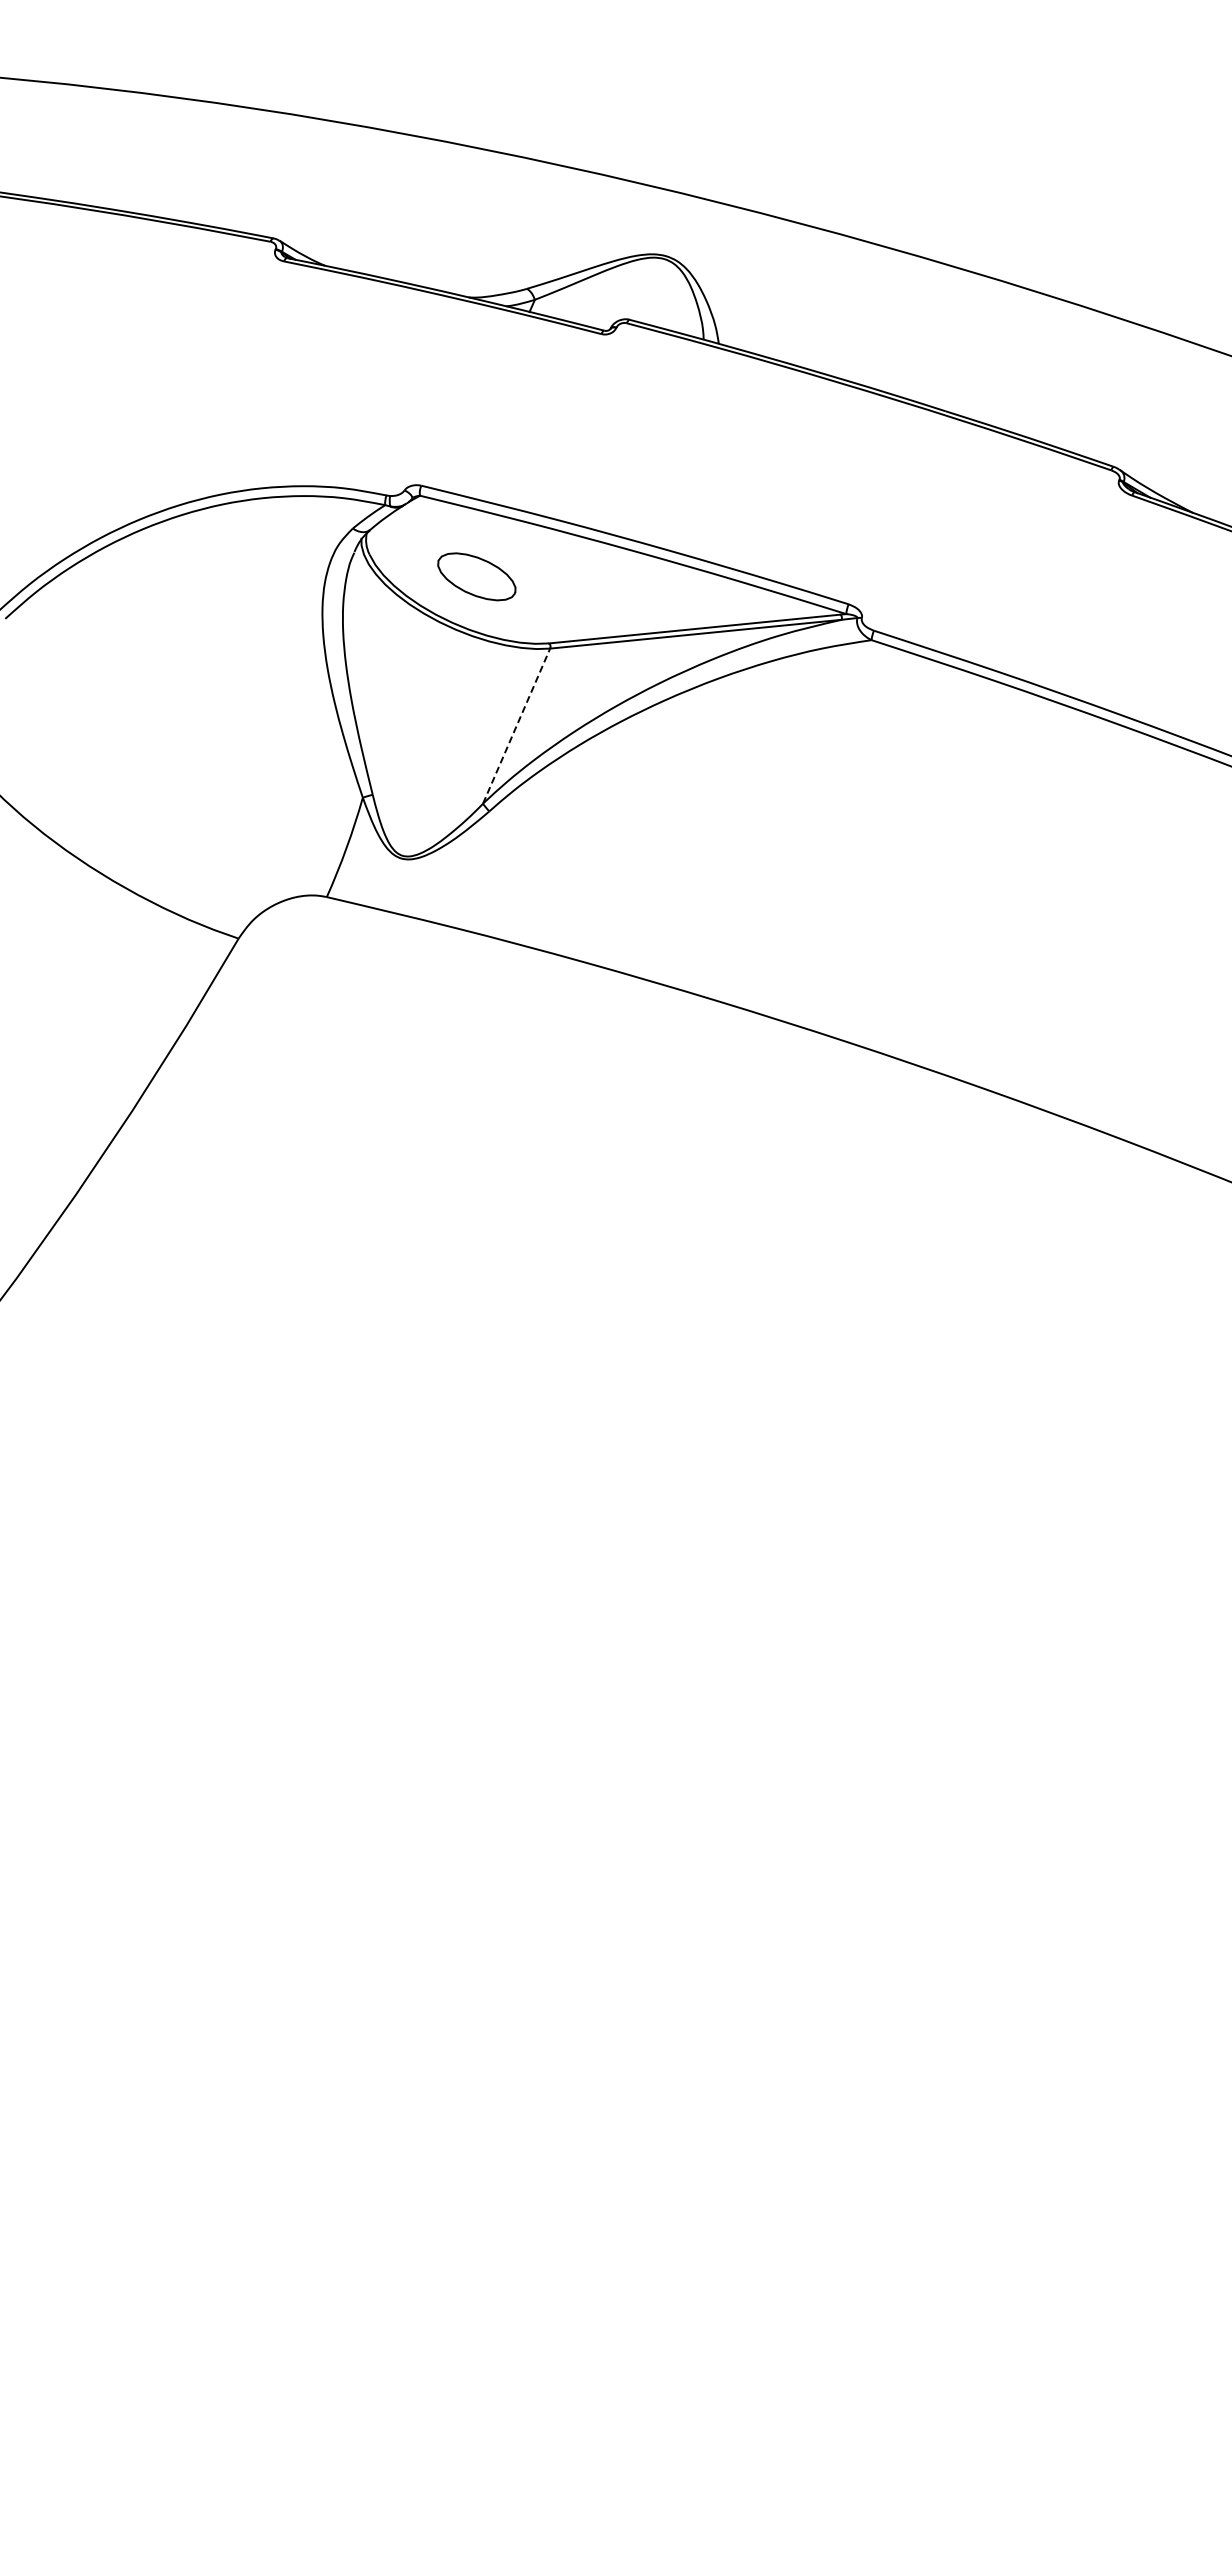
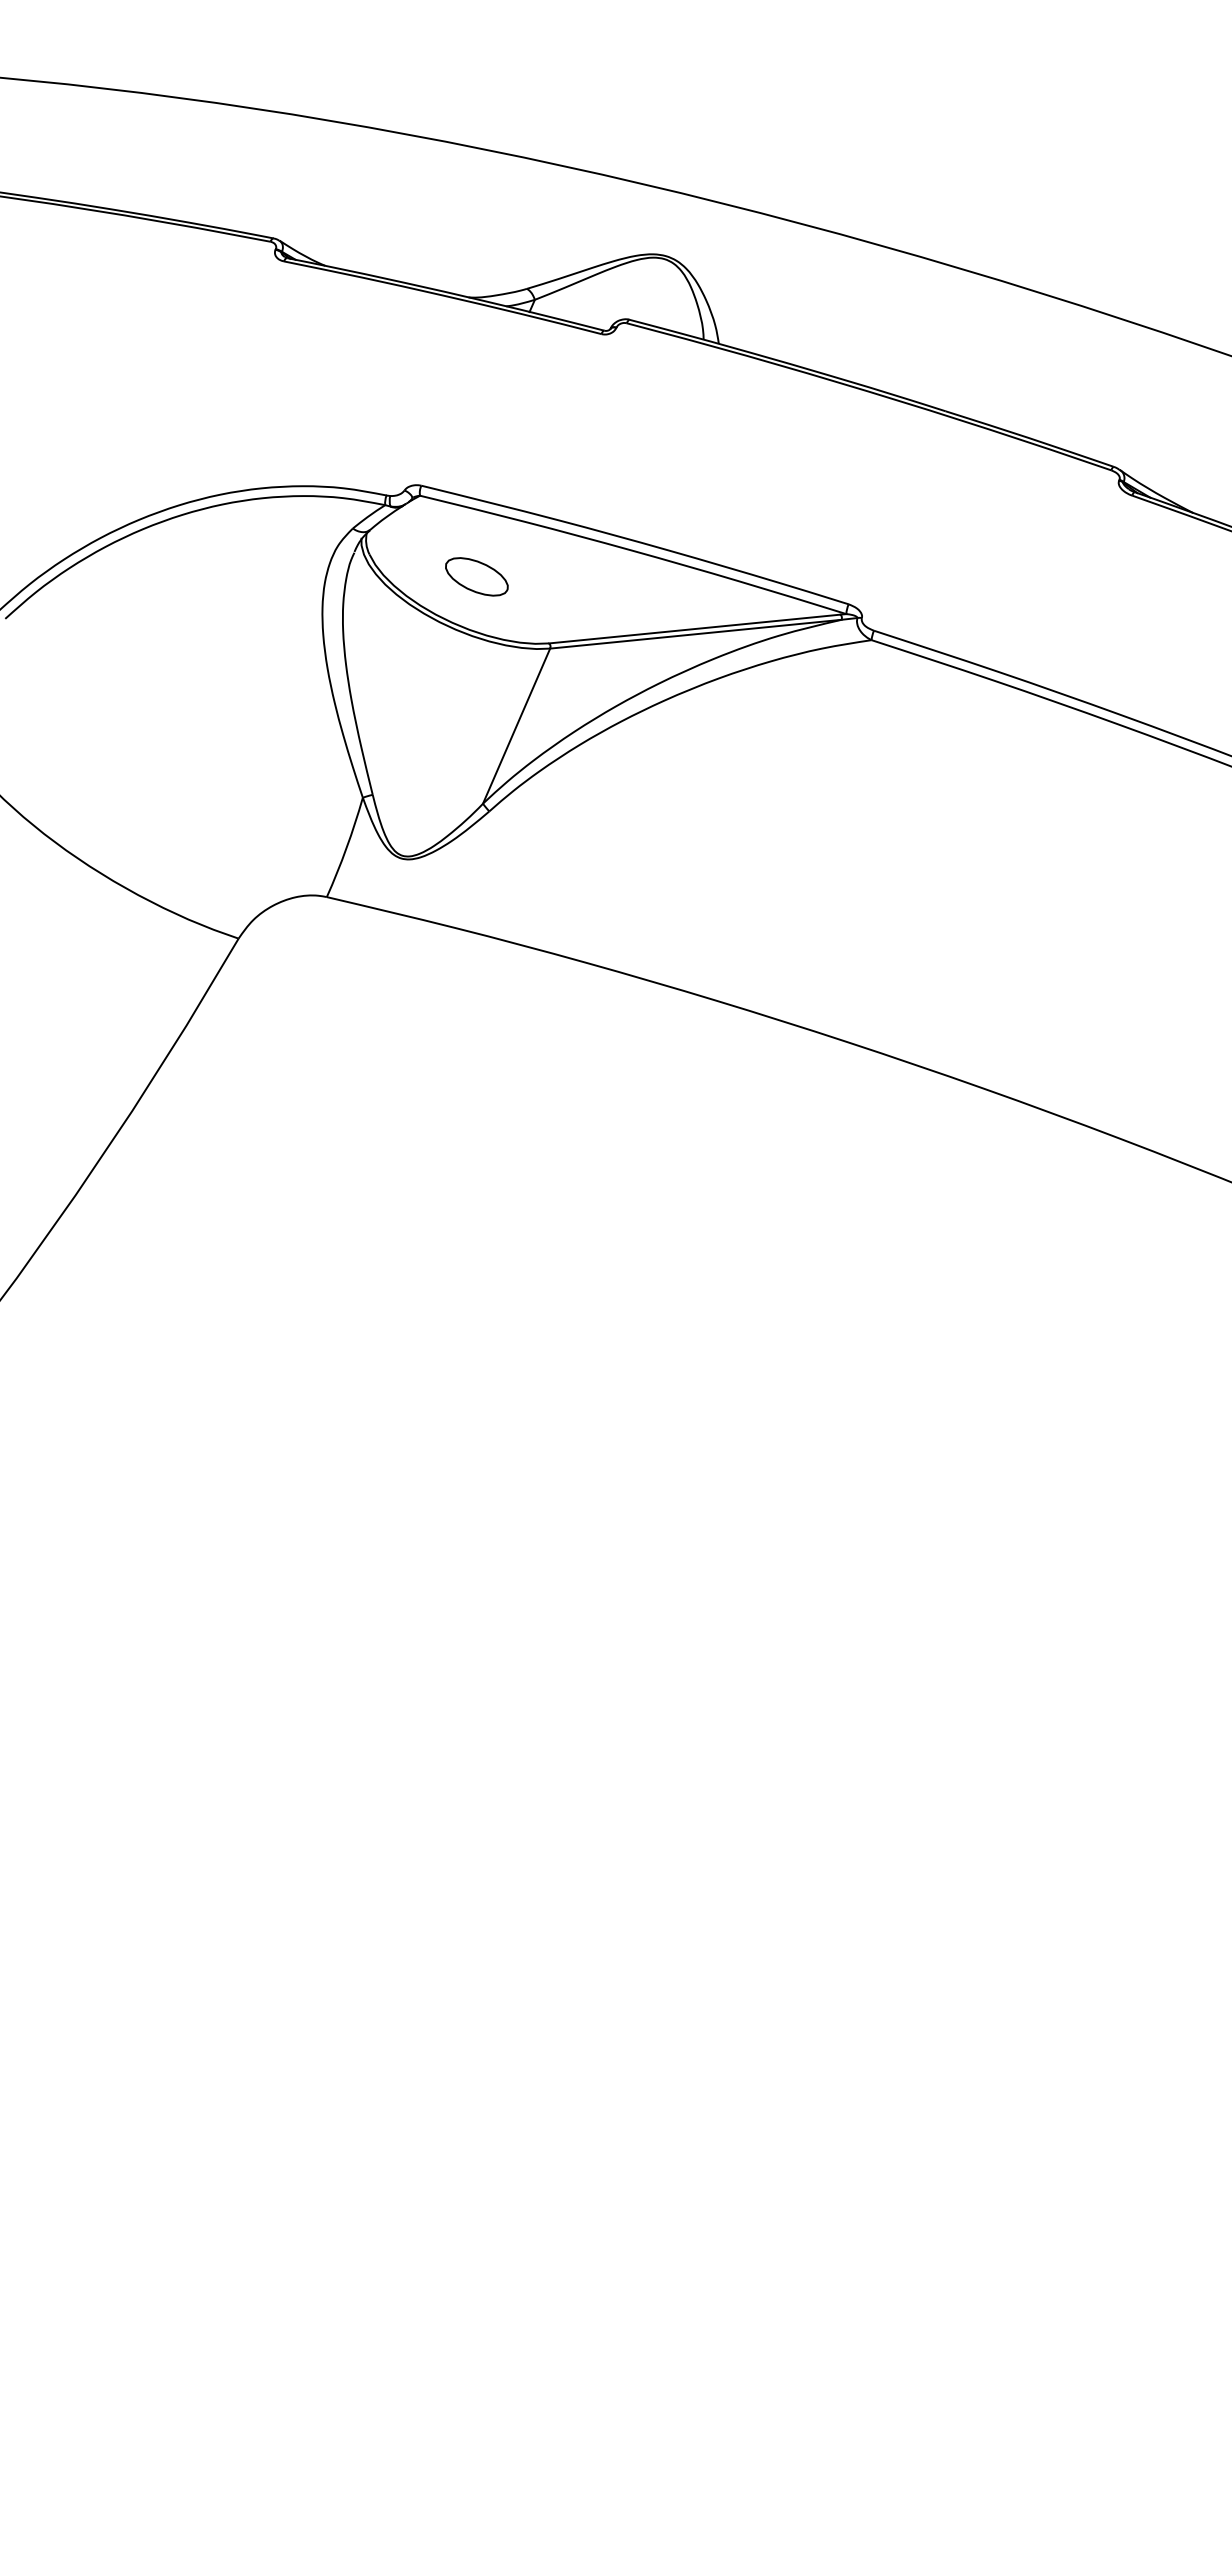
part at (476, 576) size: 80x50 px -> 64x40 px
line at (516, 725): dashed -> solid
